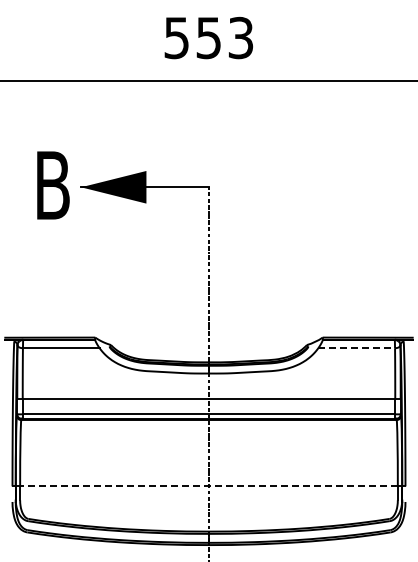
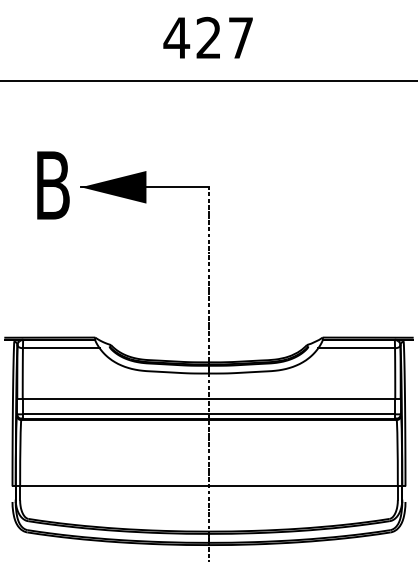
text at (208, 37): 553 -> 427
line at (357, 348): dashed -> solid
line at (209, 486): dashed -> solid
